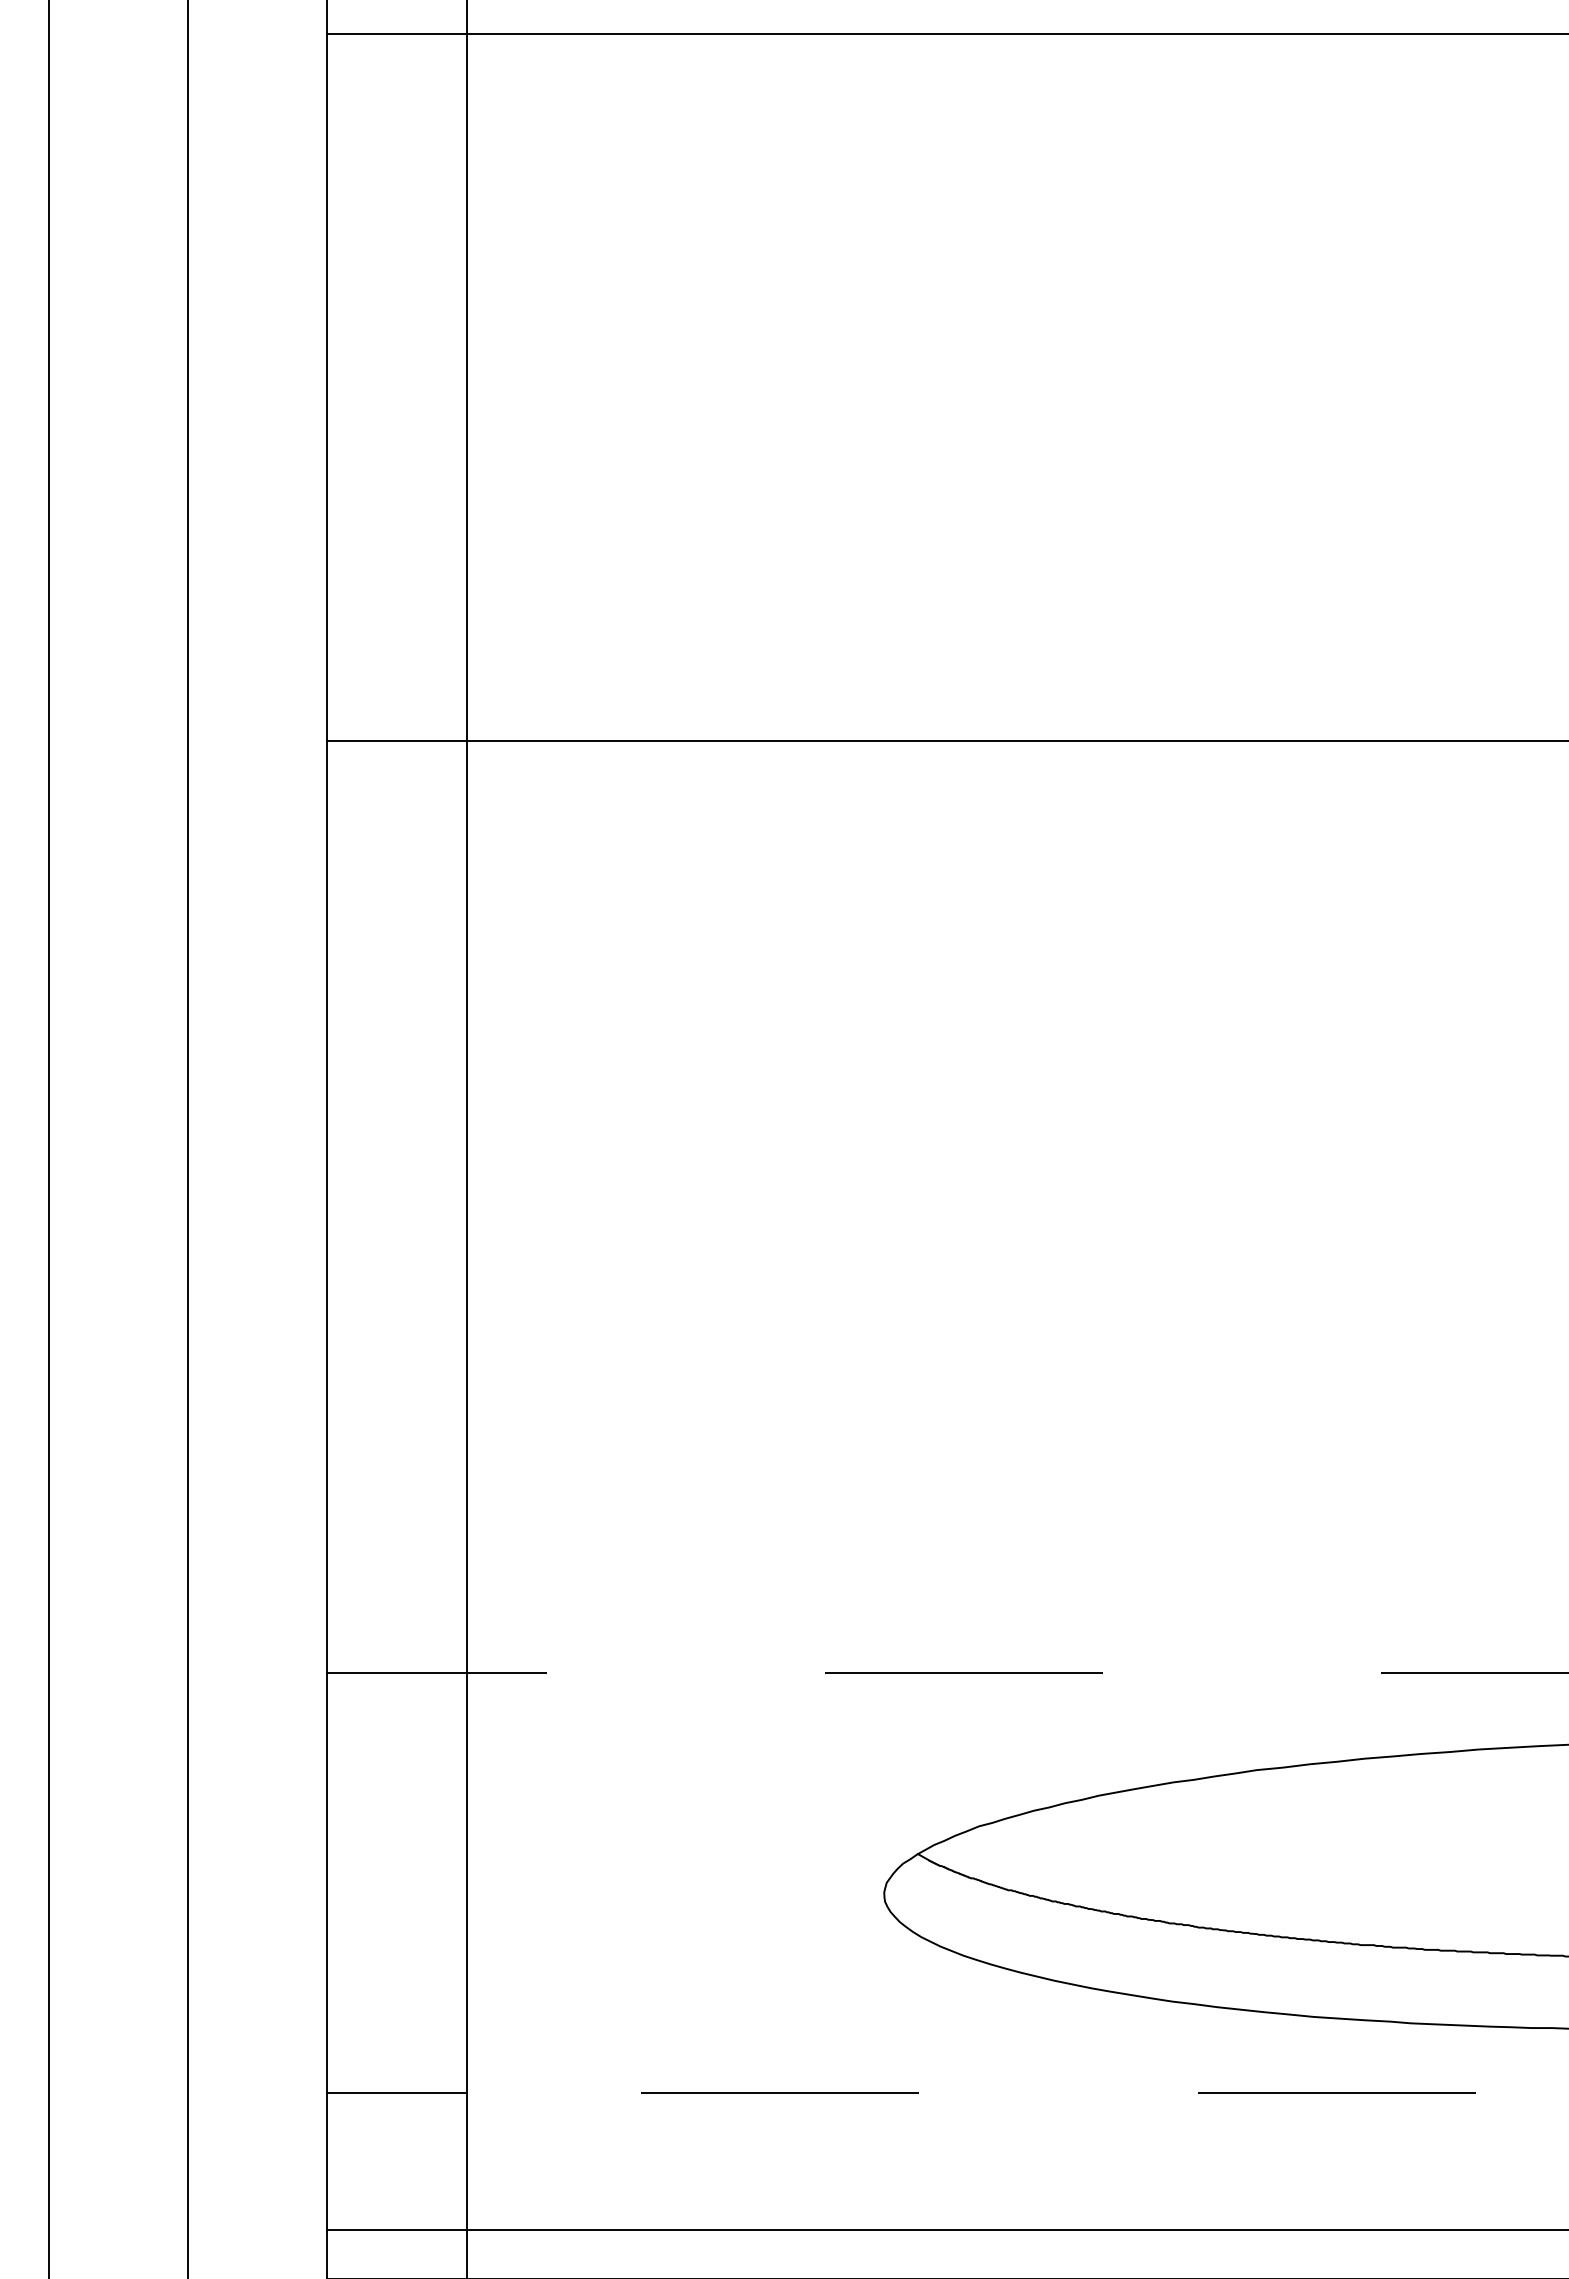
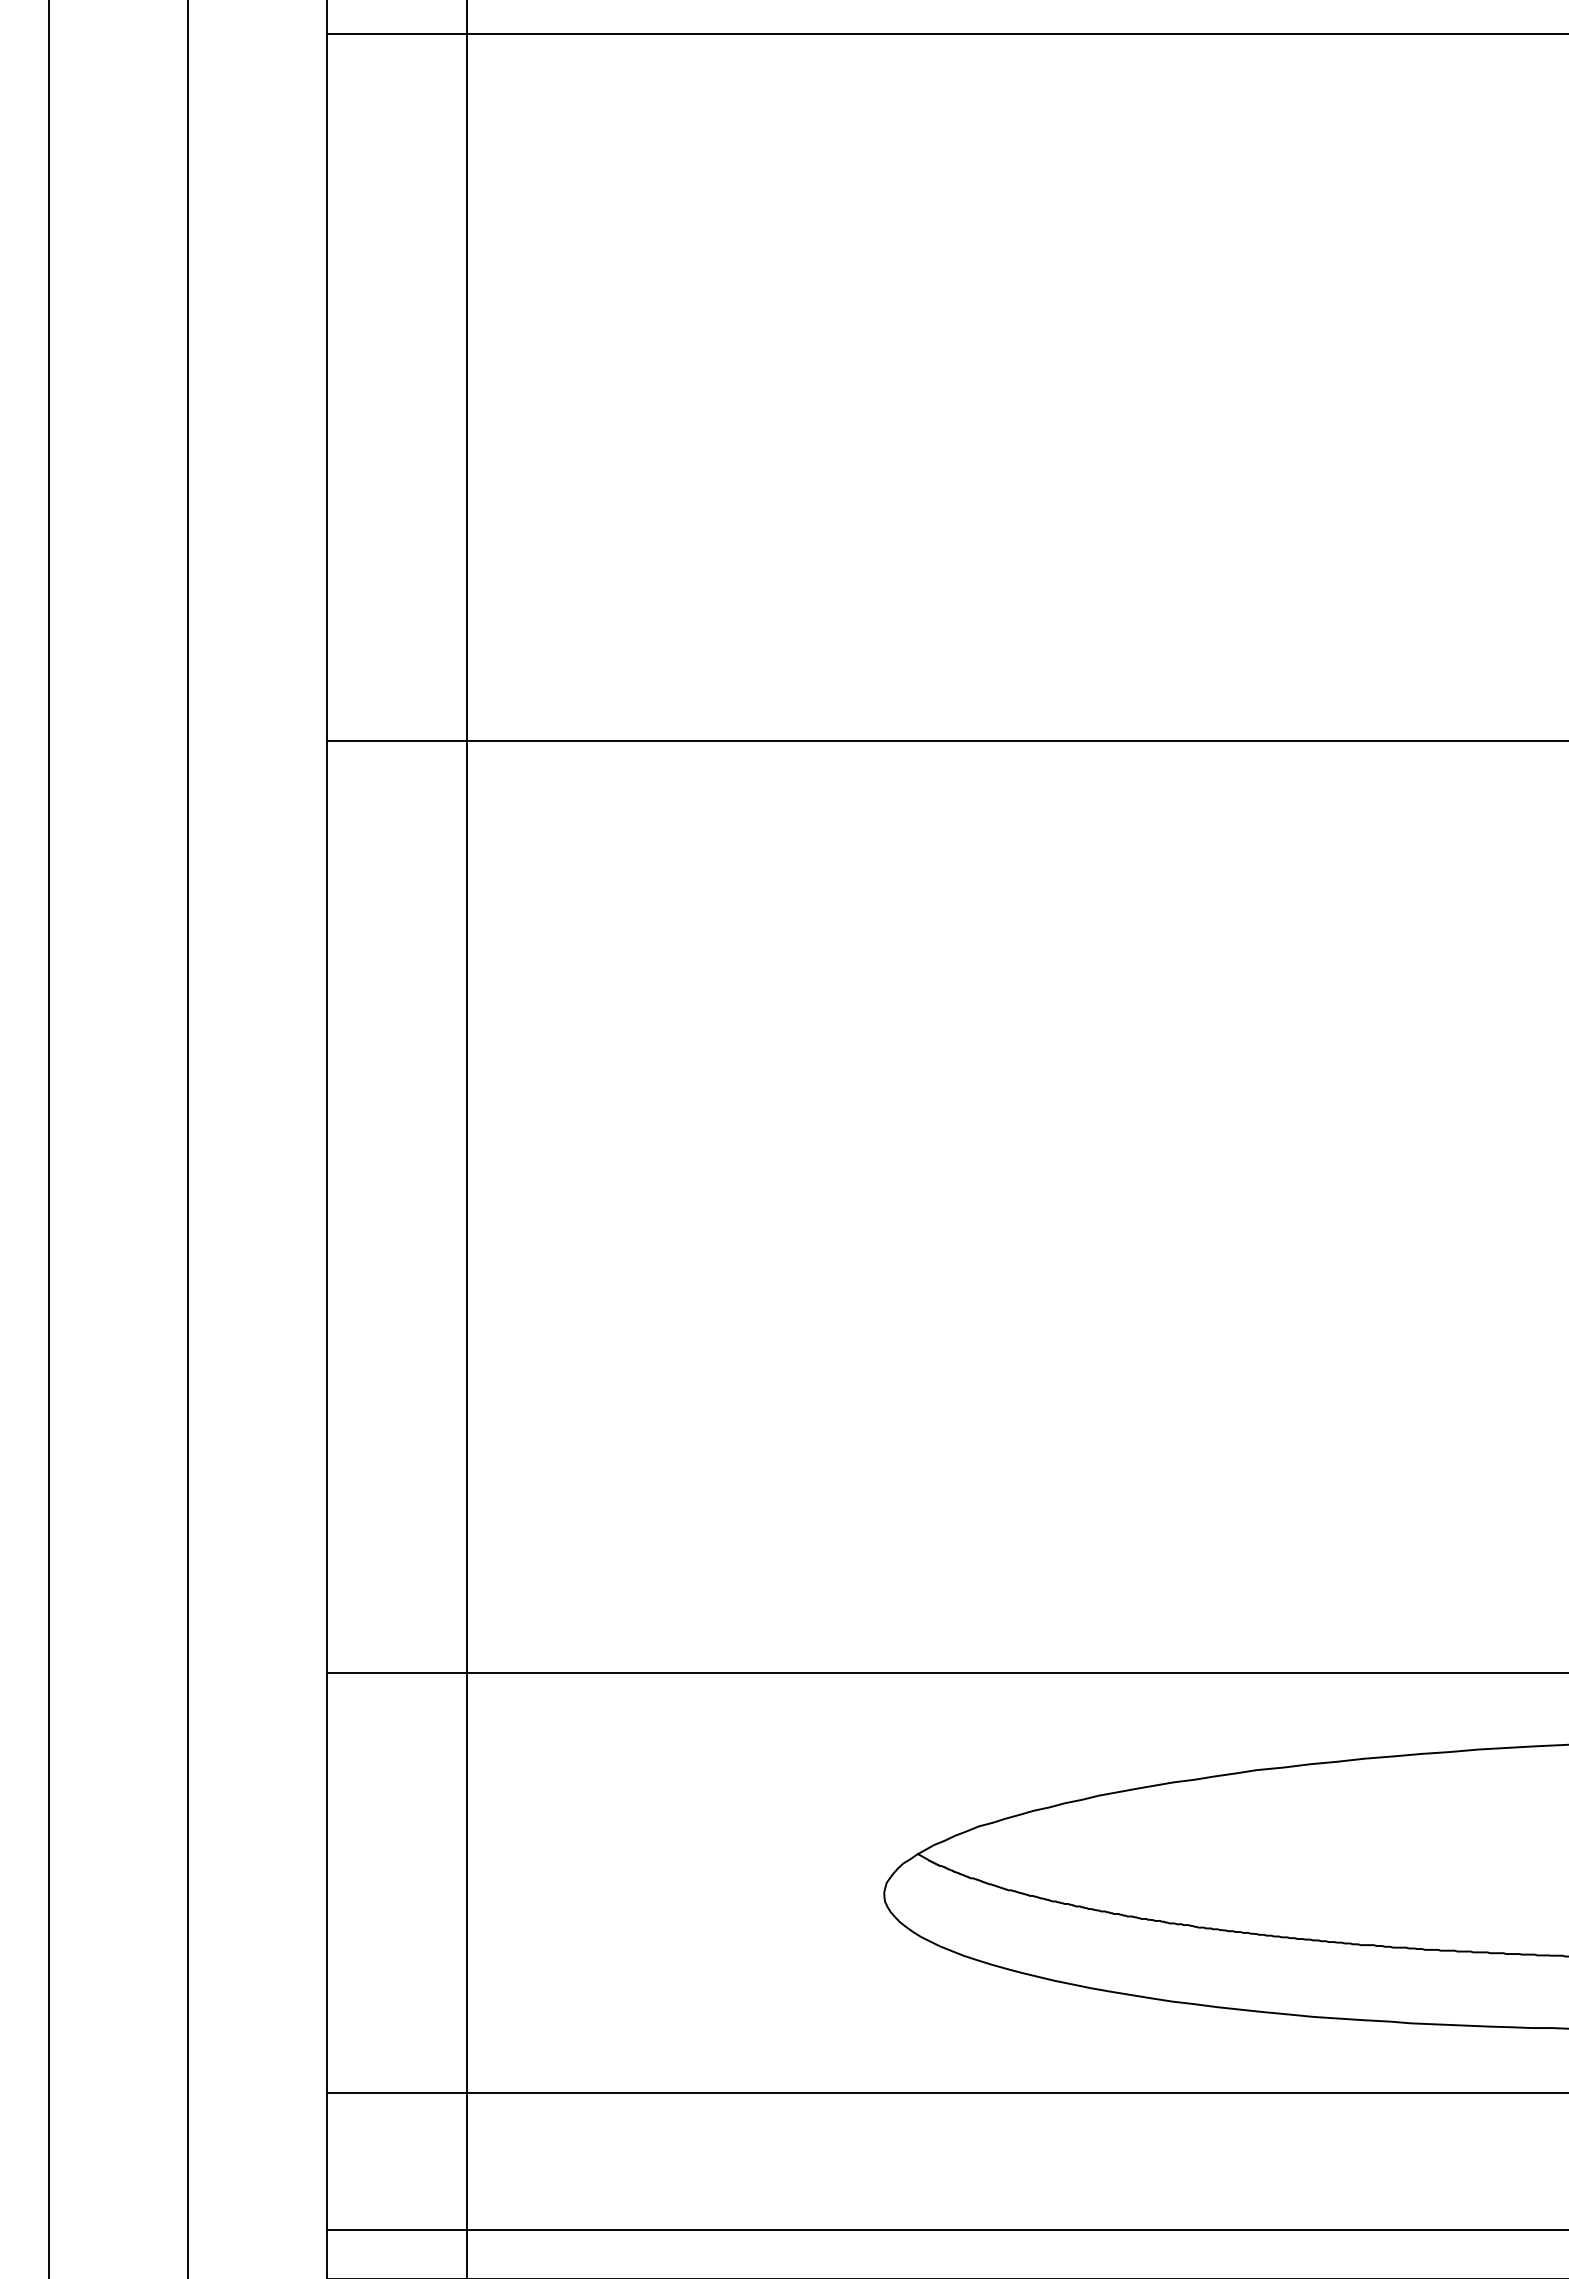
line at (1017, 1673): dashed -> solid
line at (1017, 2093): dashed -> solid
